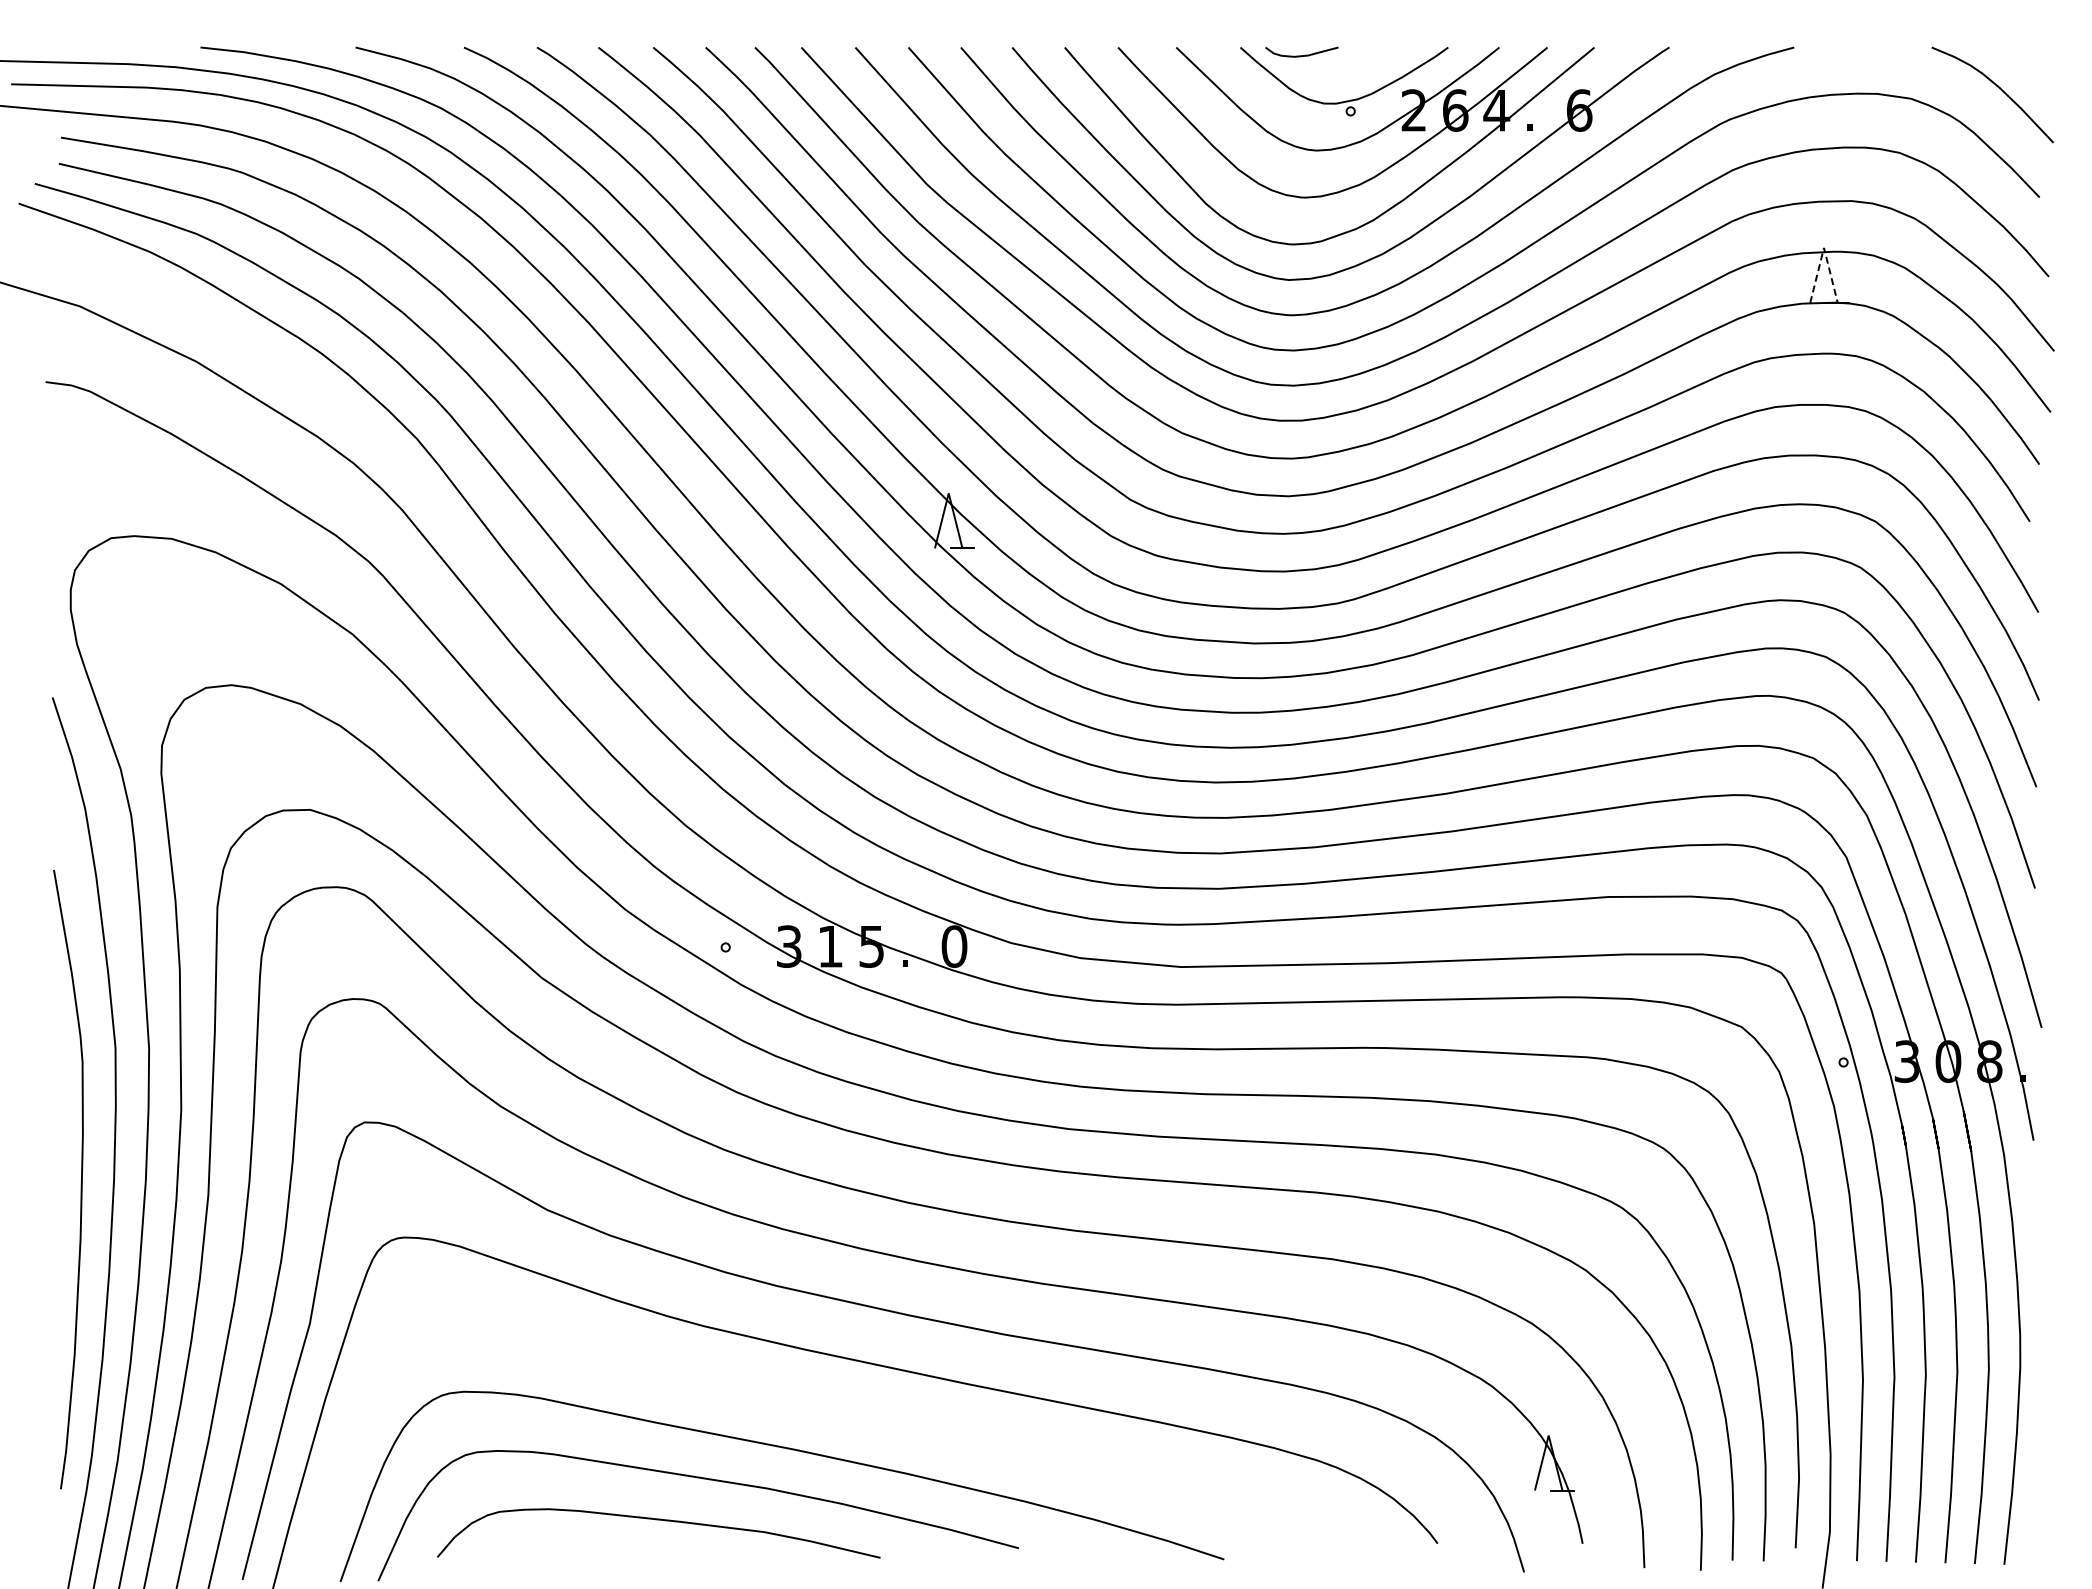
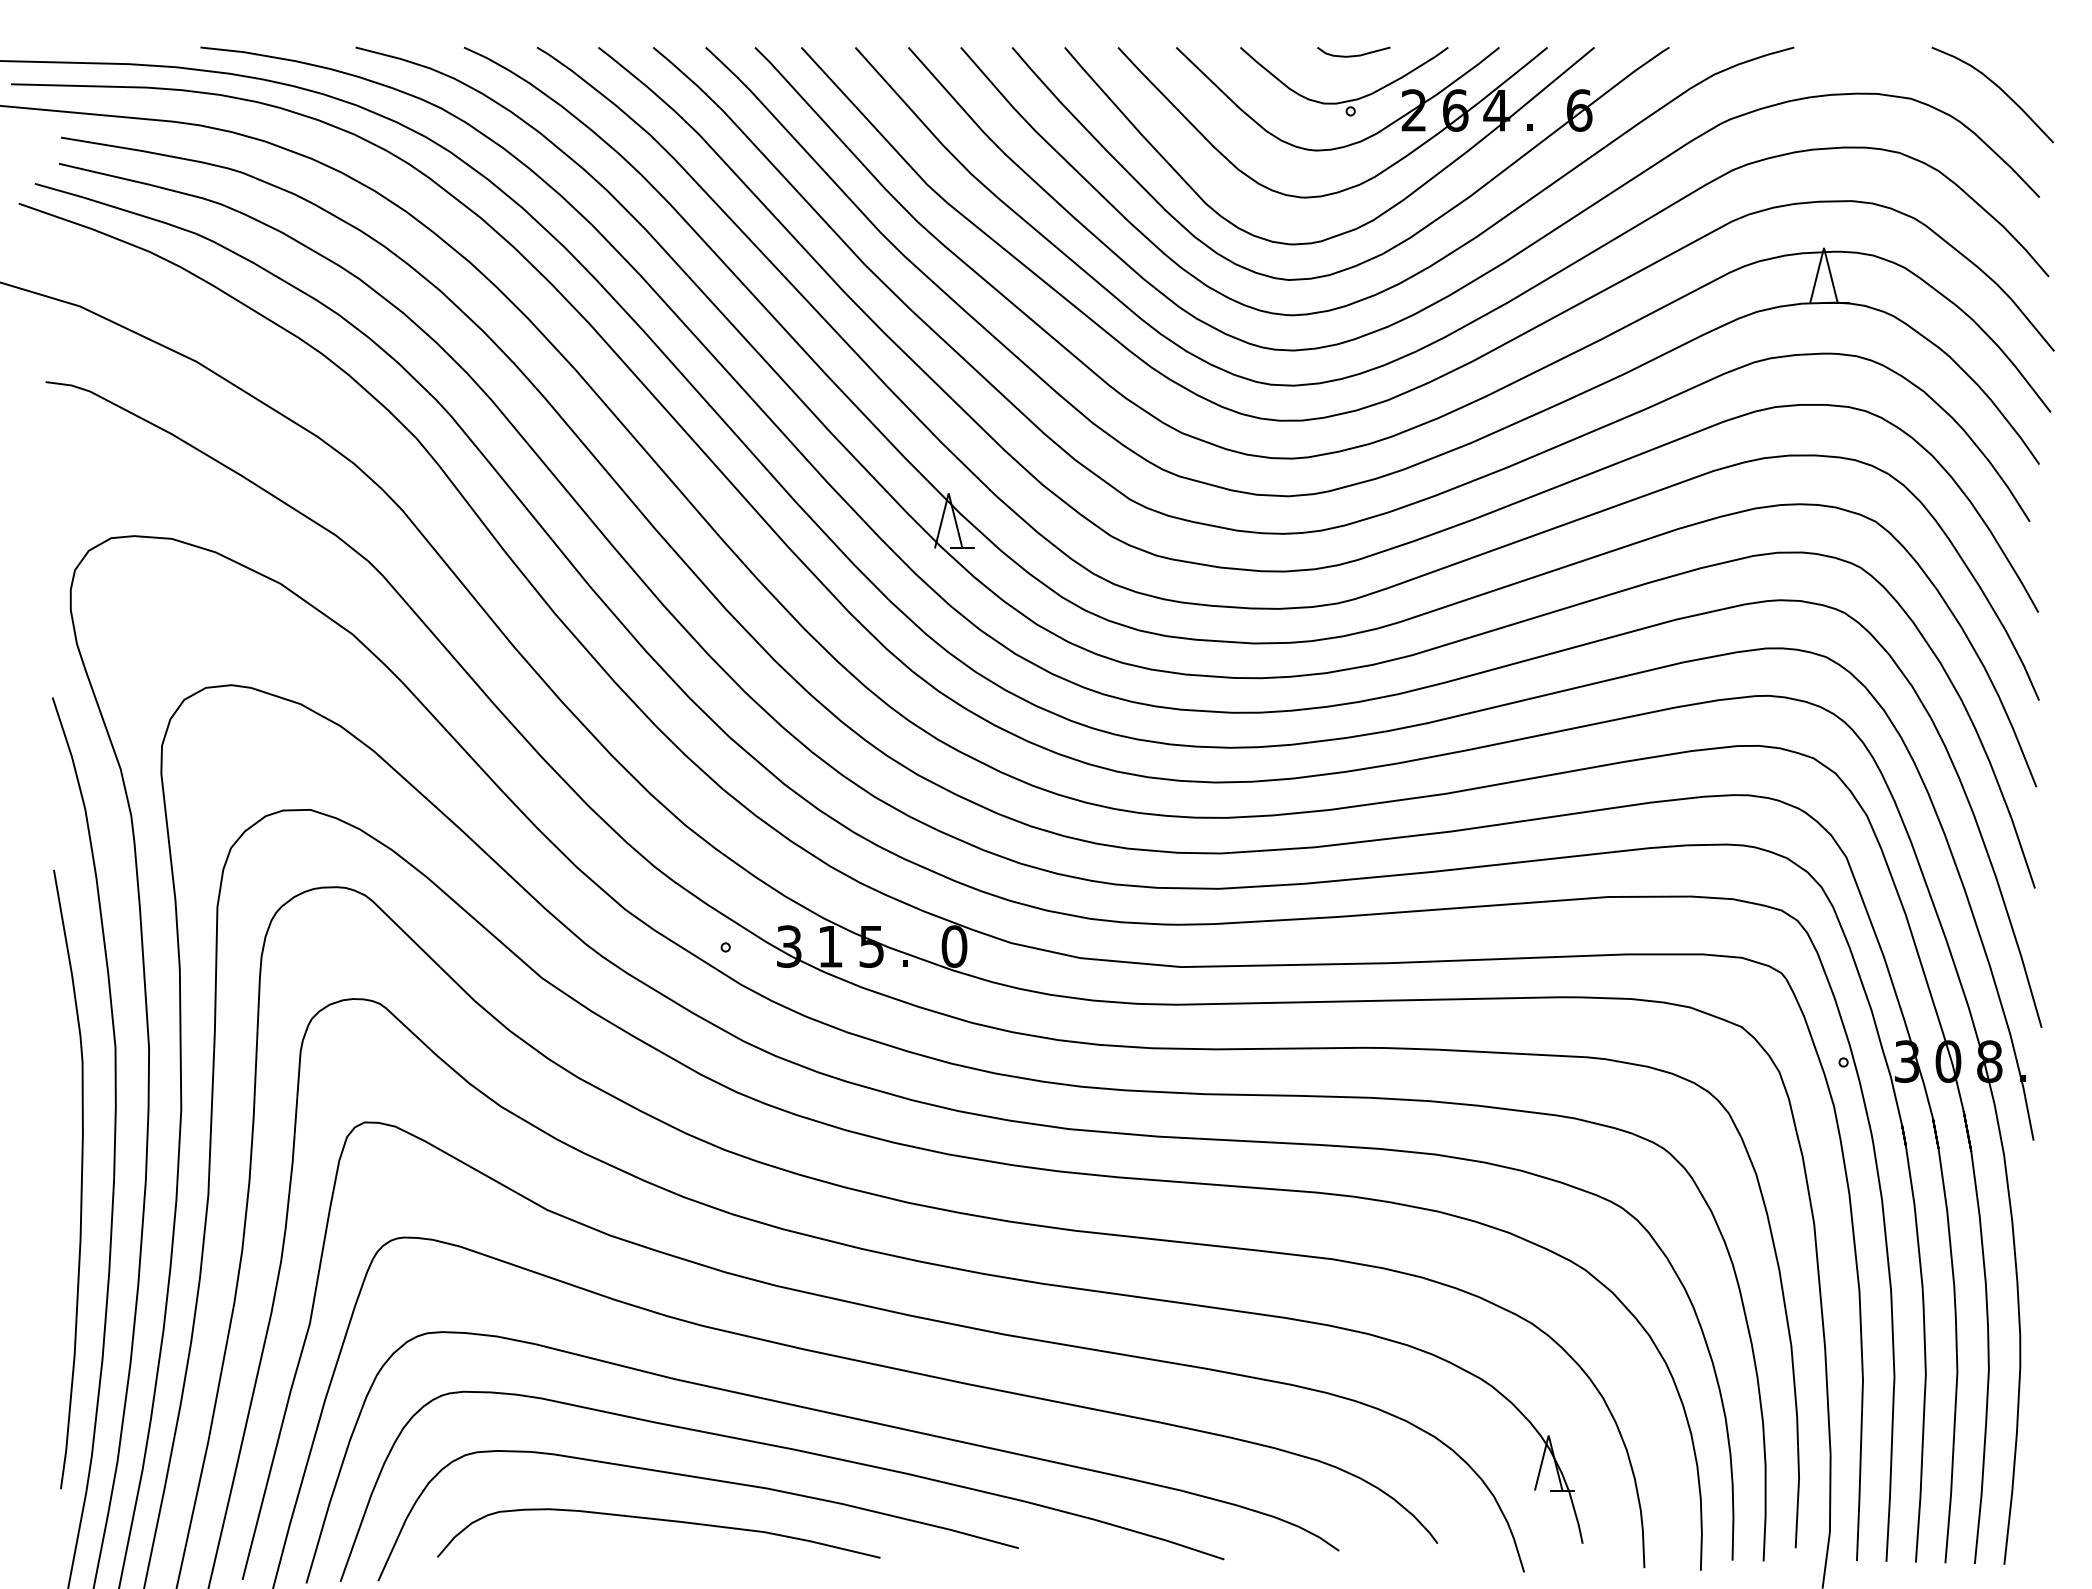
curve at (1301, 55) position: (1301, 55) -> (1353, 55)
line at (1823, 247): dashed -> solid
curve at (830, 1414): none -> present
